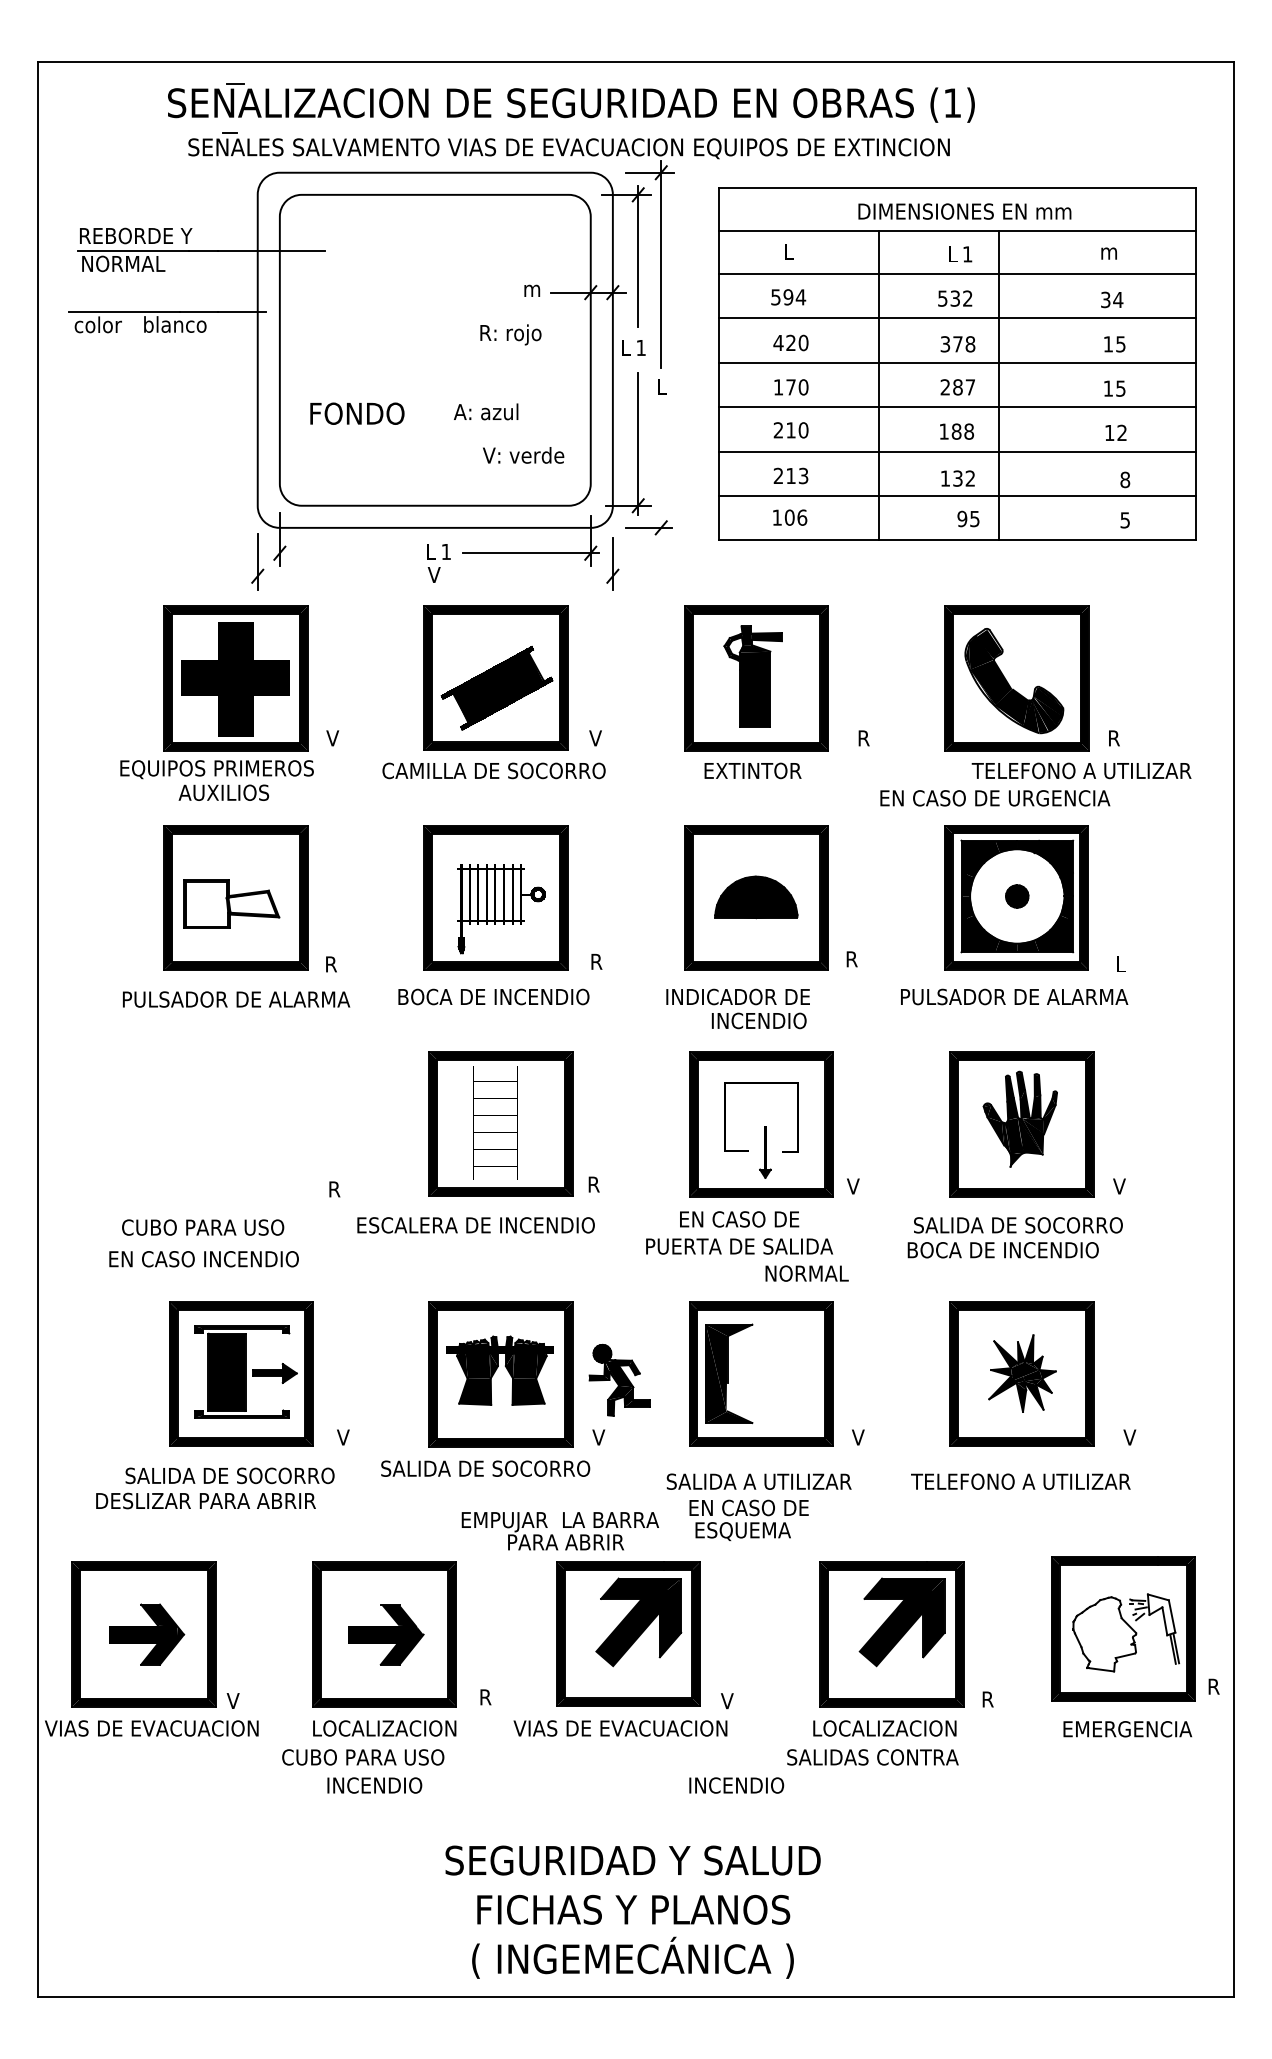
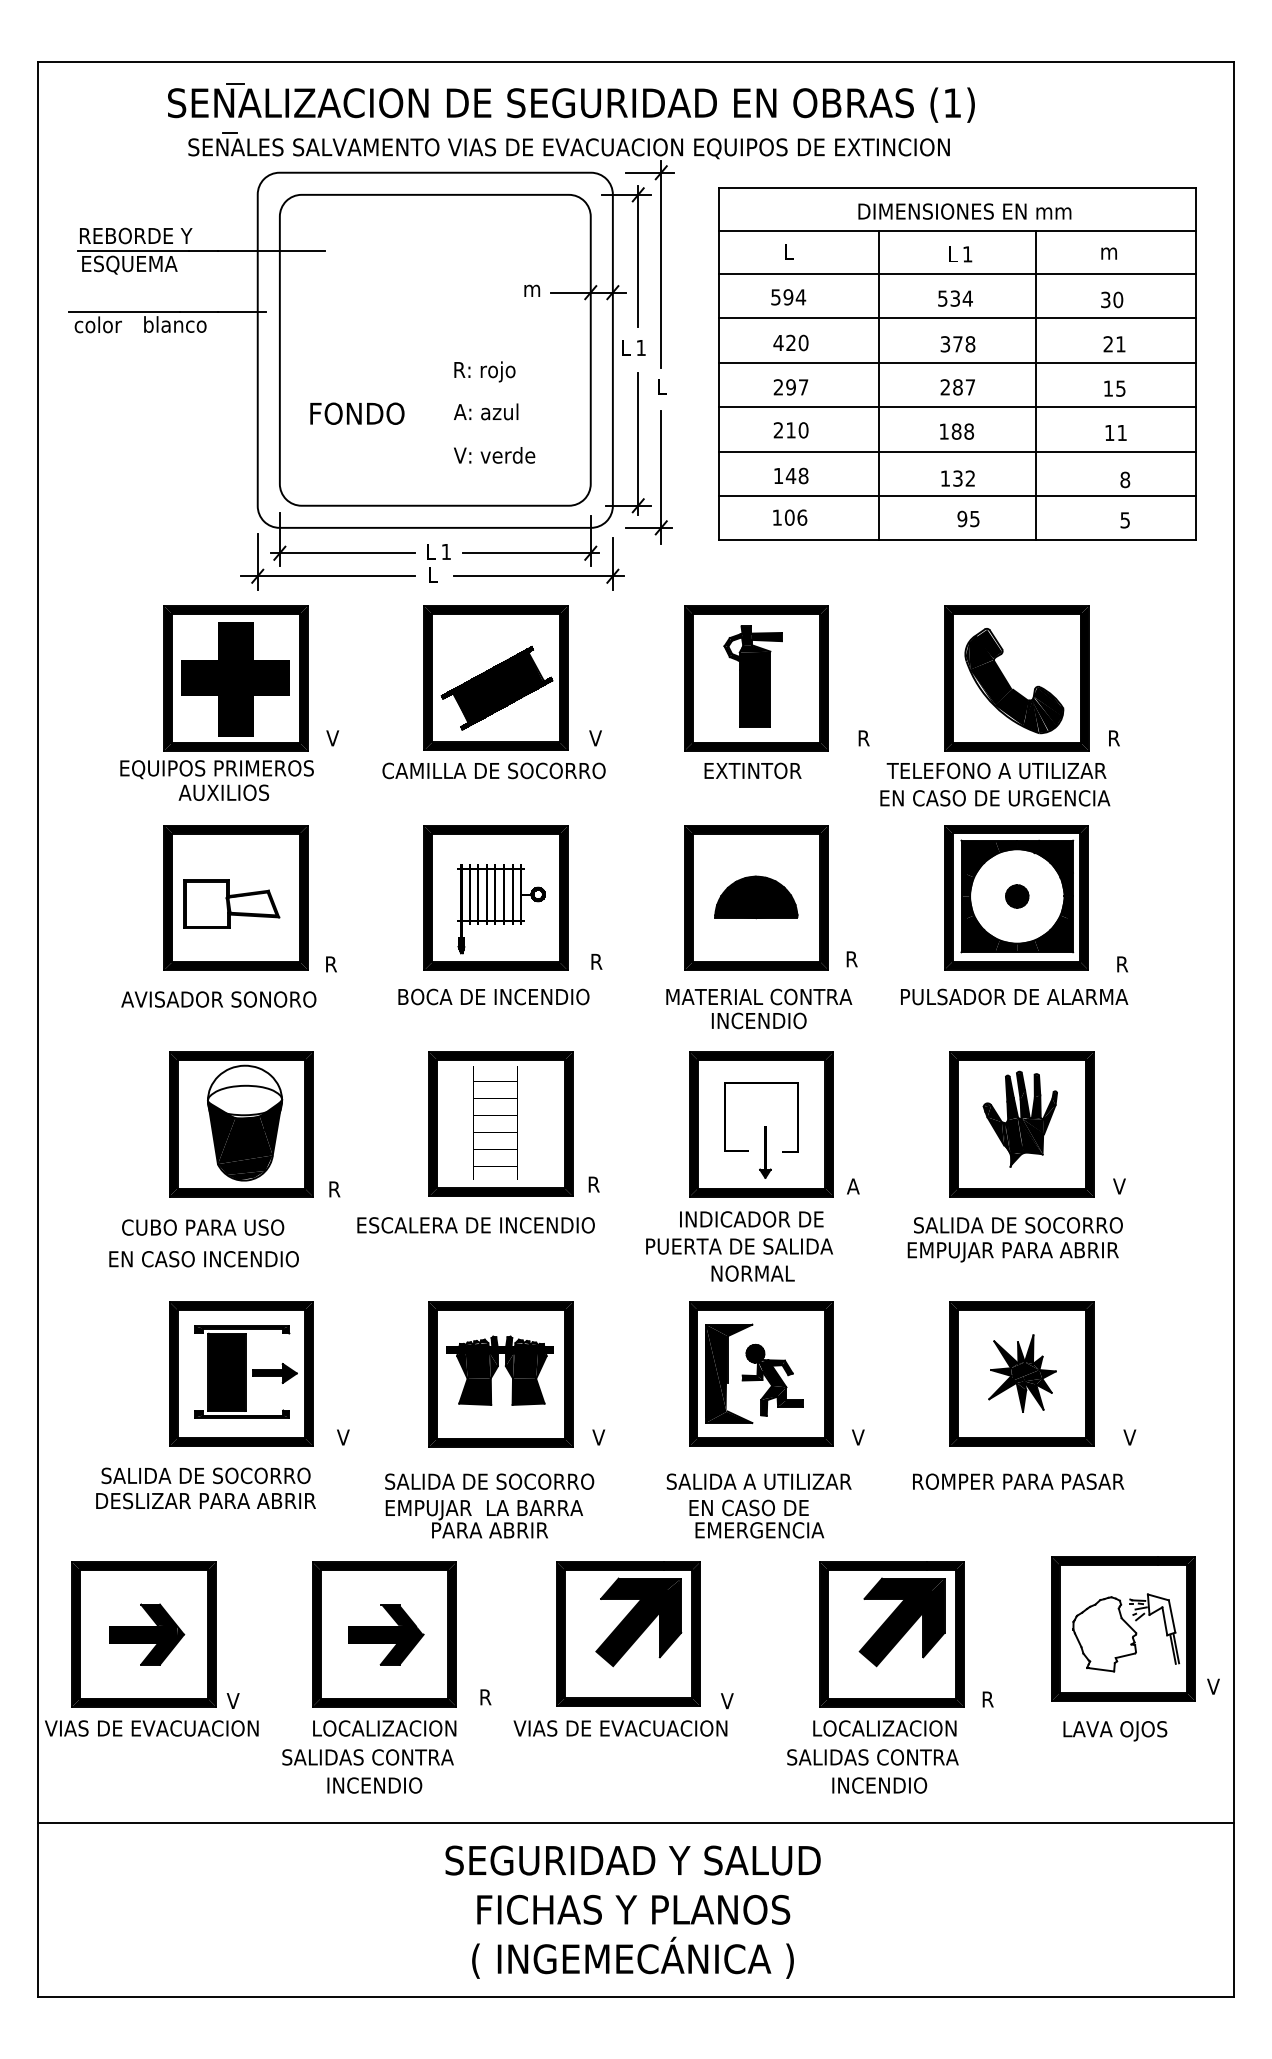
text at (130, 264): NORMAL -> ESQUEMA
text at (967, 298): 532 -> 534
text at (1118, 299): 34 -> 30
text at (510, 334) position: (510, 334) -> (484, 371)
text at (1114, 344): 15 -> 21
line at (998, 385) position: (998, 385) -> (1035, 385)
text at (790, 387): 170 -> 297
text at (1121, 432): 12 -> 11
text at (523, 455) position: (523, 455) -> (494, 455)
text at (790, 475): 213 -> 148
line at (661, 477): none -> present
line at (342, 553): none -> present
text at (433, 574): V -> L
line at (328, 576): none -> present
line at (539, 576): none -> present
text at (1081, 770) position: (1081, 770) -> (996, 770)
text at (1122, 964): L -> R
text at (760, 996): INDICADOR DE -> MATERIAL CONTRA
text at (235, 999): PULSADOR DE ALARMA -> AVISADOR SONORO
part at (241, 1124): none -> present
text at (853, 1186): V -> A
text at (752, 1219): EN CASO DE -> INDICADOR DE
text at (1016, 1252): BOCA DE INCENDIO -> EMPUJAR PARA ABRIR
text at (806, 1273) position: (806, 1273) -> (752, 1273)
part at (619, 1379) position: (619, 1379) -> (772, 1379)
text at (485, 1468) position: (485, 1468) -> (489, 1481)
text at (229, 1475) position: (229, 1475) -> (205, 1475)
text at (1020, 1481): TELEFONO A UTILIZAR -> ROMPER PARA PASAR
text at (559, 1531) position: (559, 1531) -> (483, 1519)
text at (765, 1531): ESQUEMA -> EMERGENCIA
text at (1213, 1686): R -> V
text at (1128, 1731): EMERGENCIA -> LAVA OJOS
text at (367, 1757): CUBO PARA USO -> SALIDAS CONTRA
text at (736, 1785) position: (736, 1785) -> (879, 1785)
line at (635, 1823): none -> present
